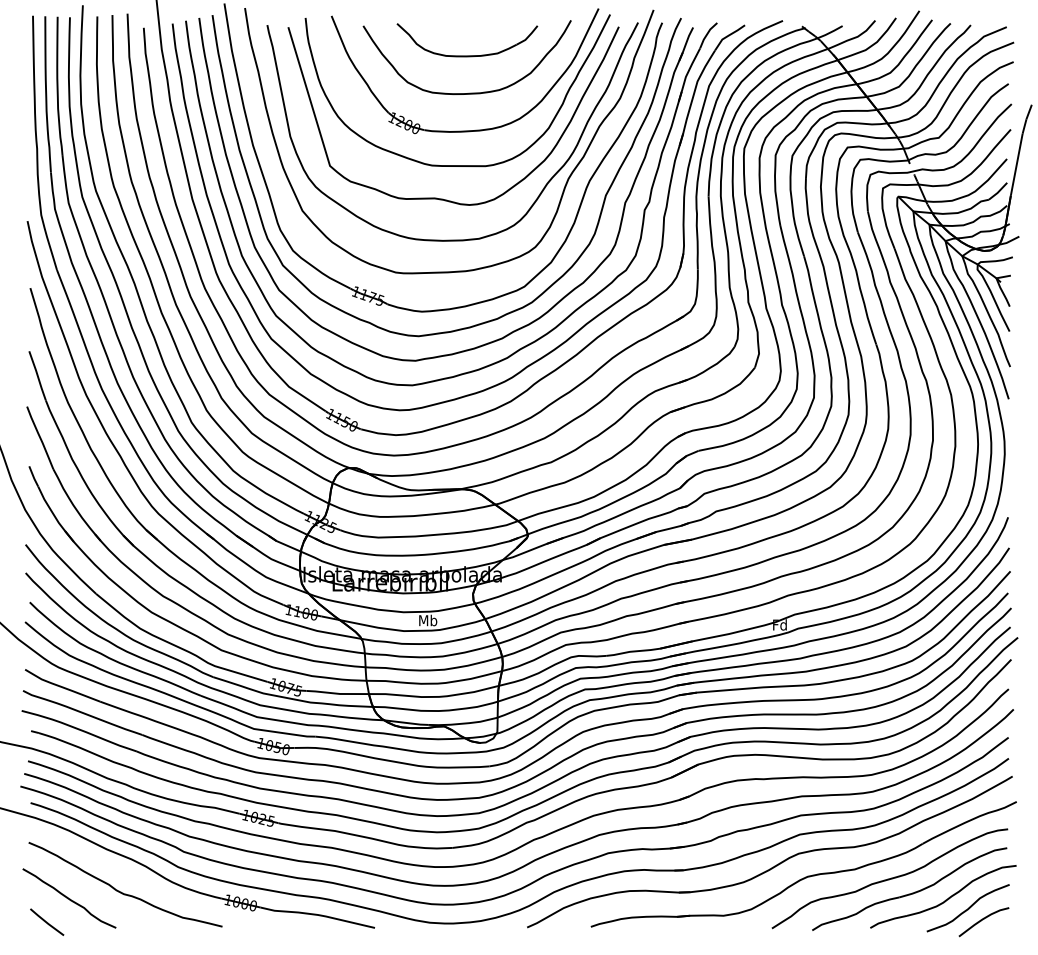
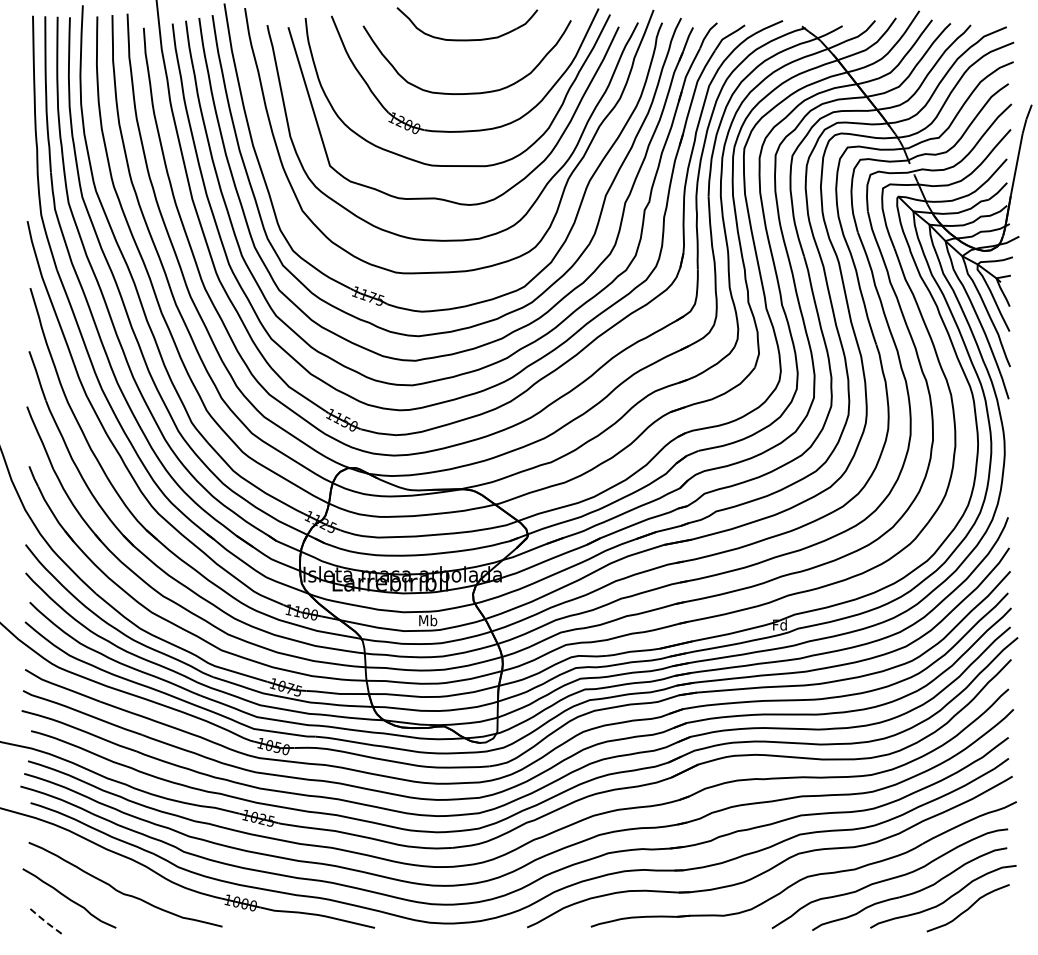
part at (467, 55) position: (467, 55) -> (467, 39)
curve at (982, 920): present -> none
line at (46, 922): solid -> dashed
